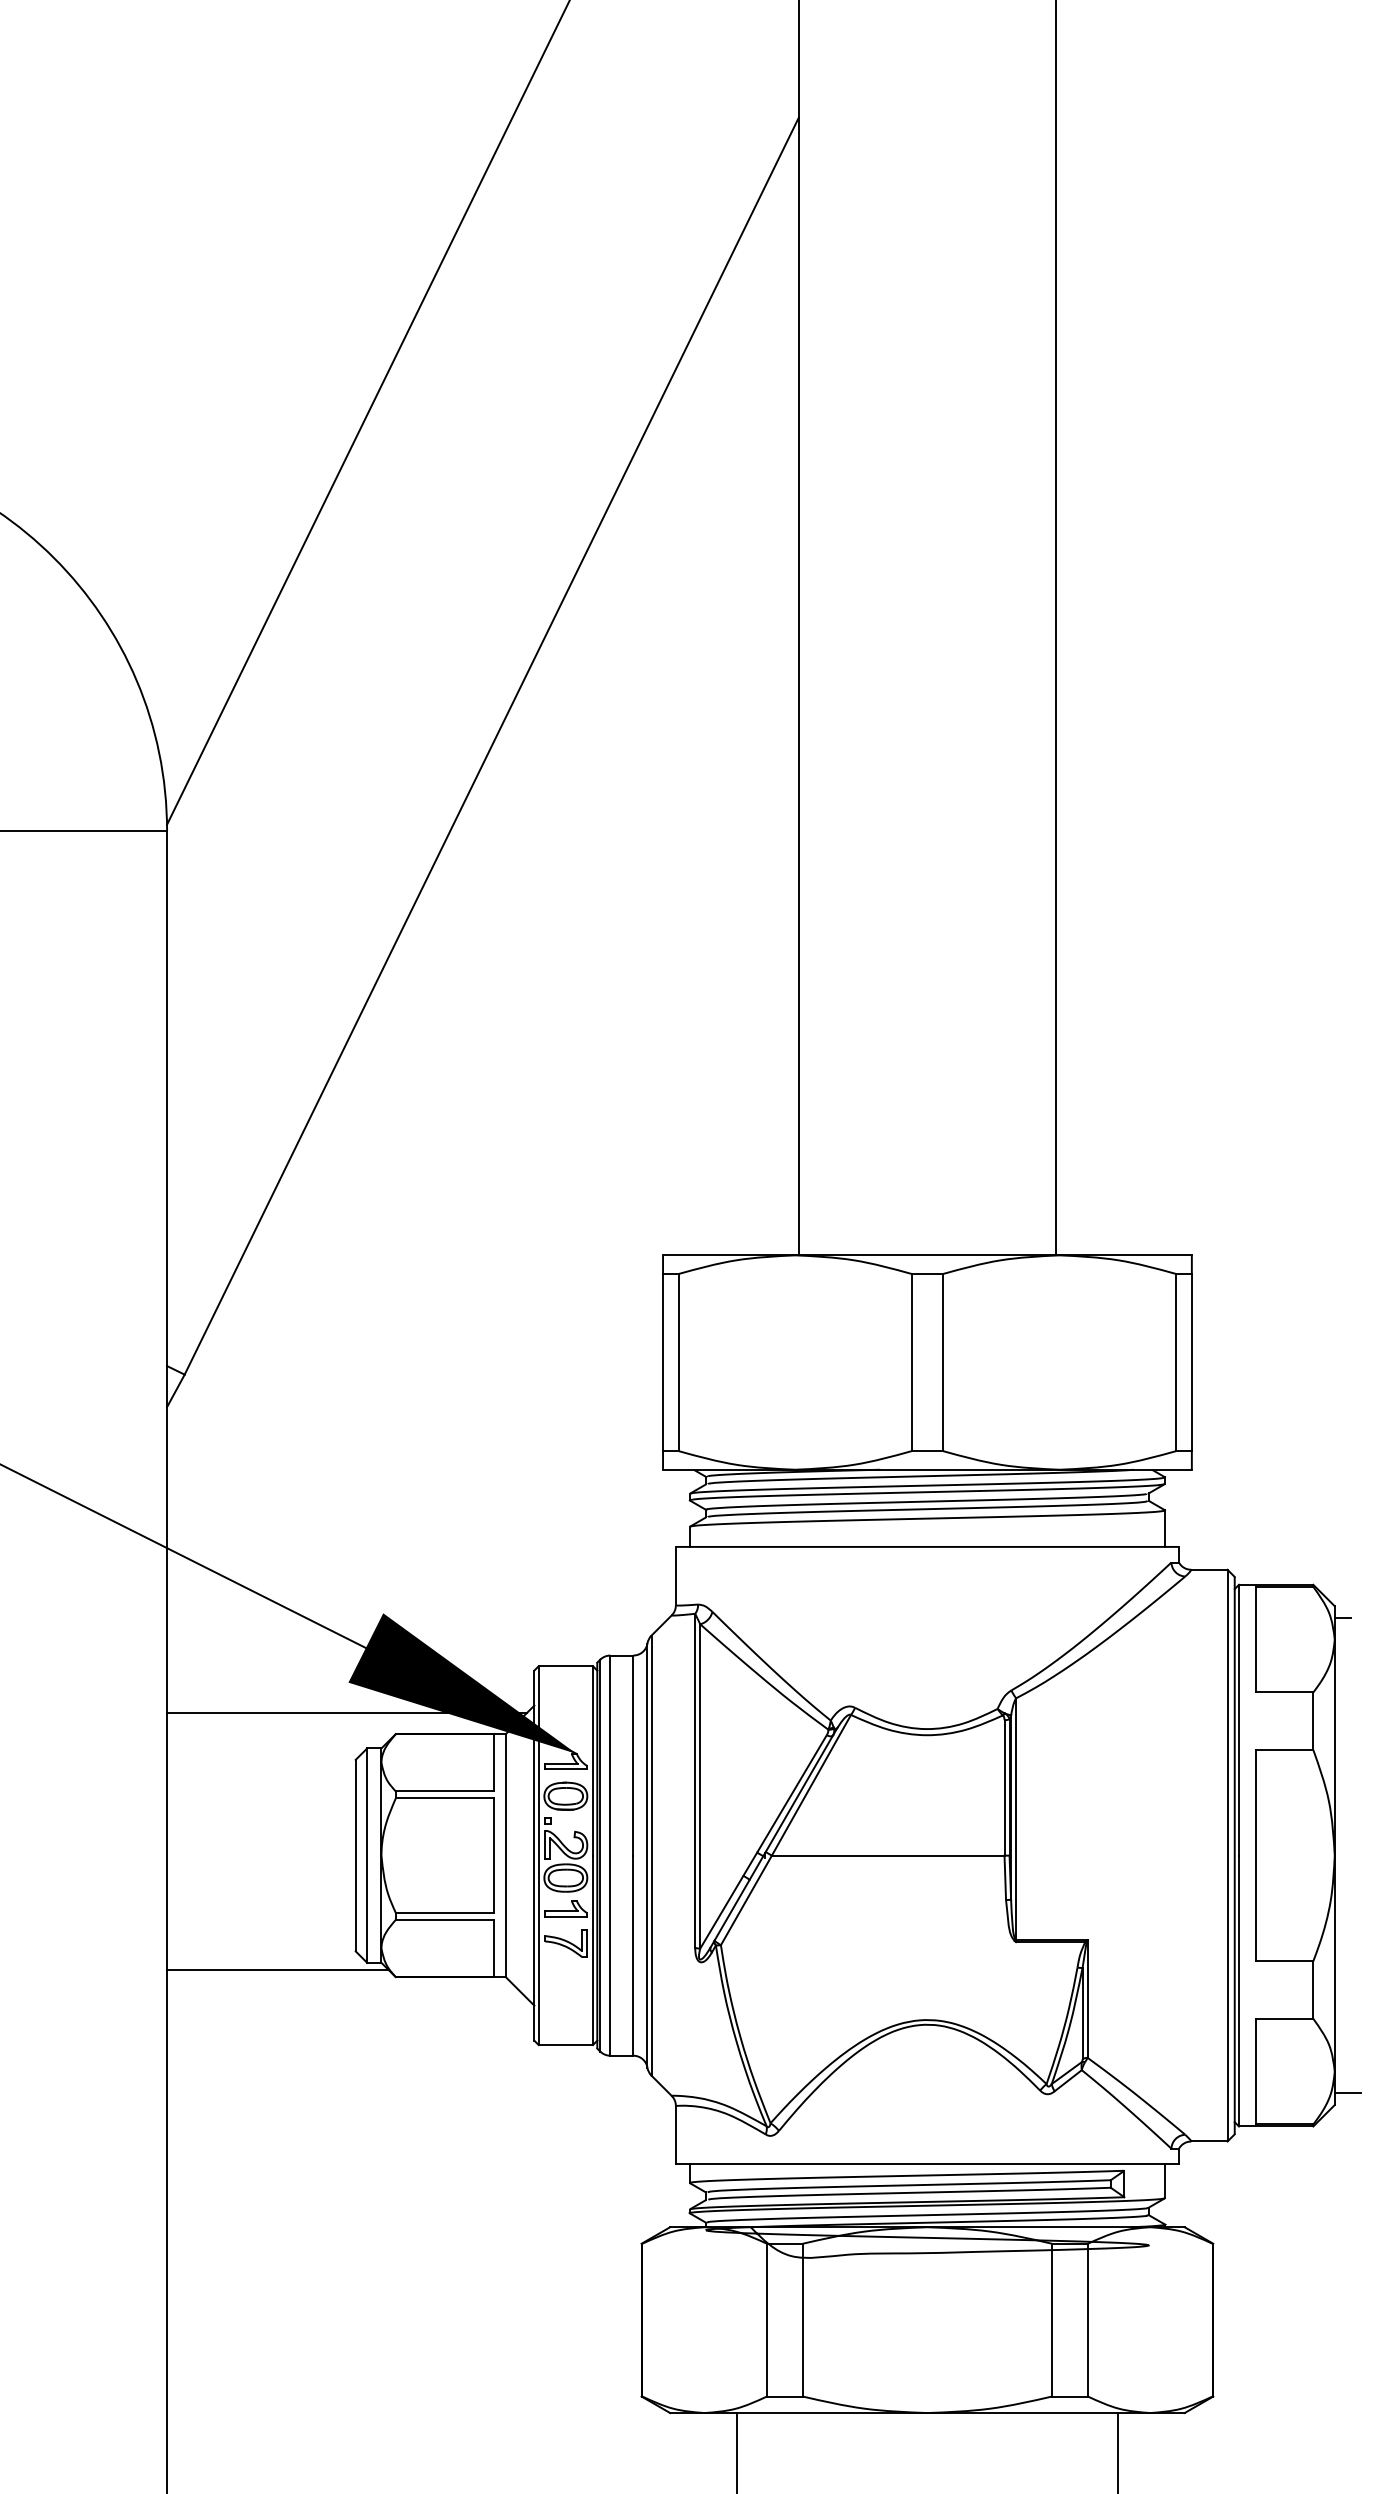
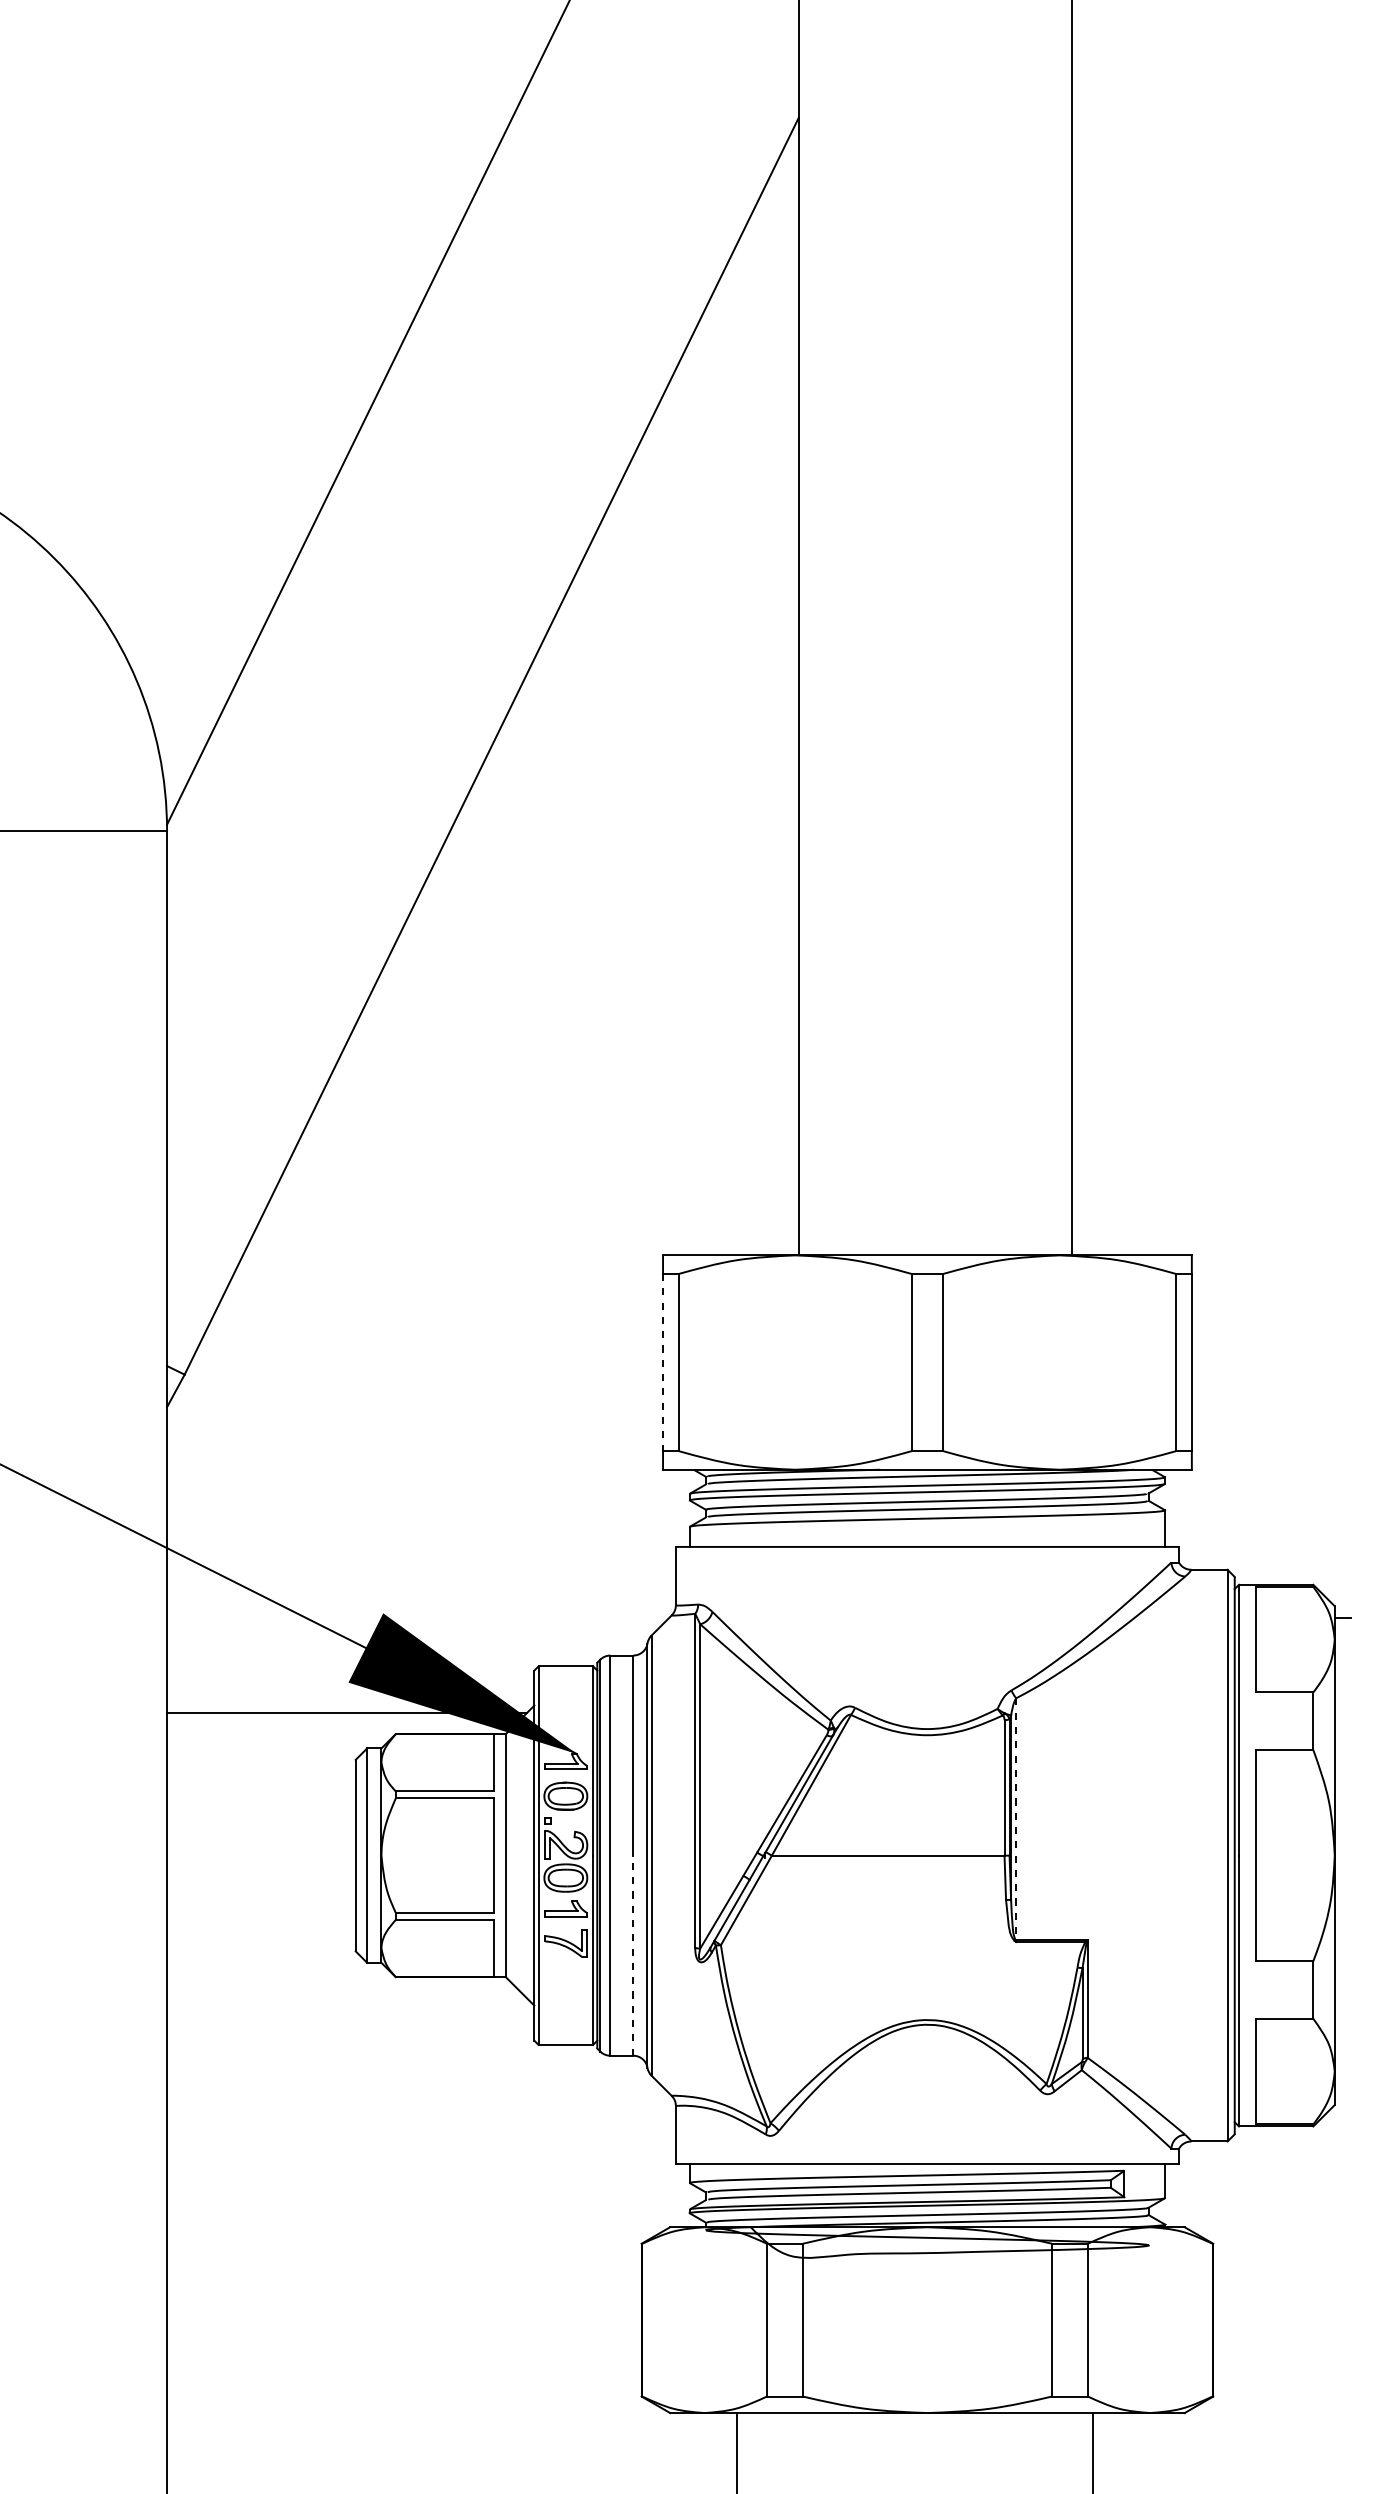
line at (1056, 628) position: (1056, 628) -> (1072, 628)
line at (663, 1362): solid -> dashed
line at (1016, 1819): solid -> dashed
line at (633, 1955): solid -> dashed
line at (277, 1969): present -> none
line at (1347, 2093): present -> none
line at (1117, 2451) position: (1117, 2451) -> (1092, 2451)
